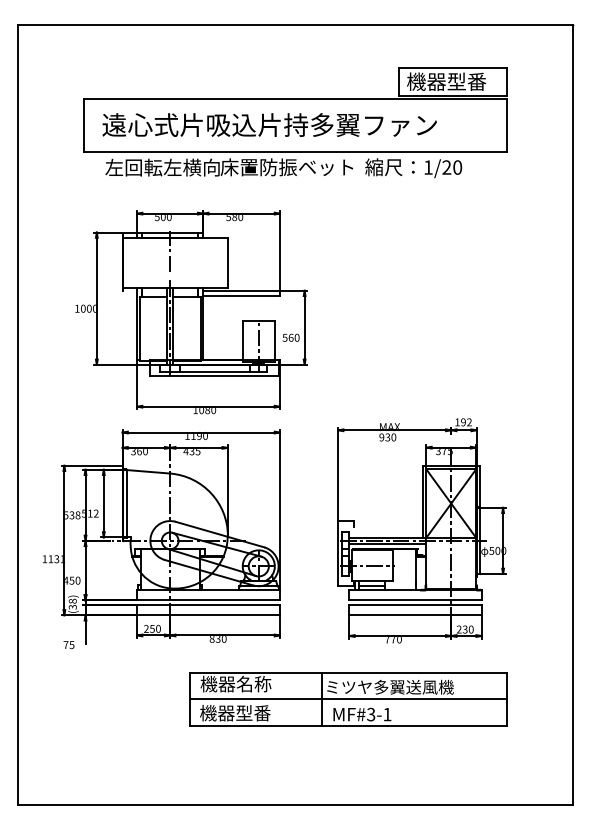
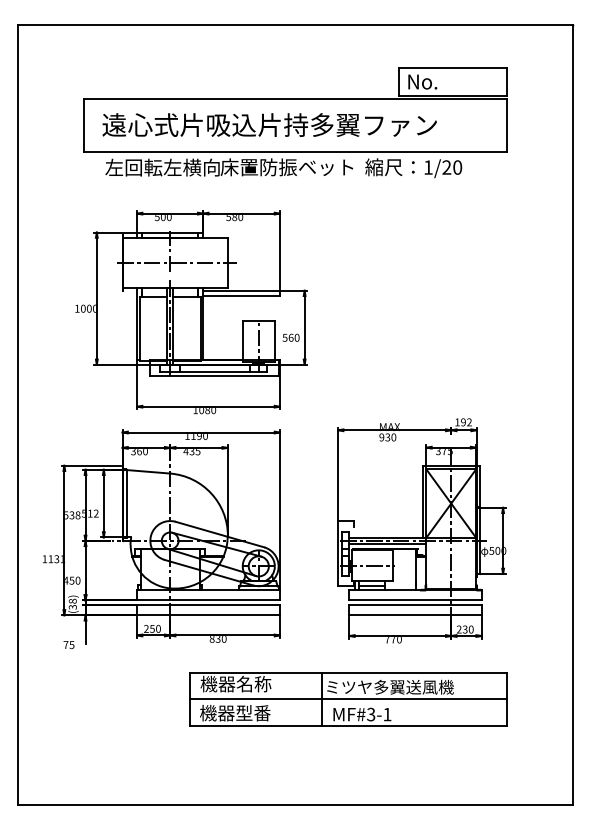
text at (446, 81): 機器型番 -> No.
line at (177, 262): none -> present
